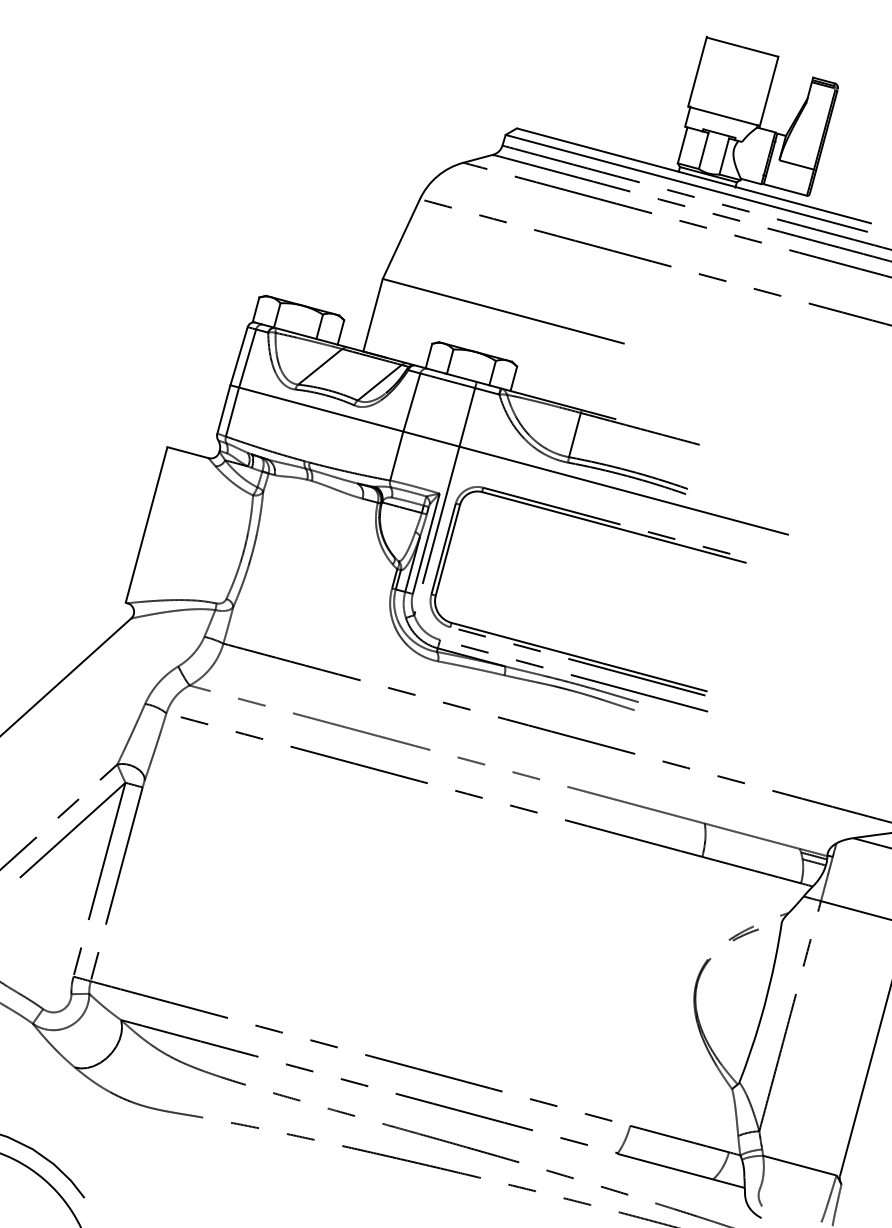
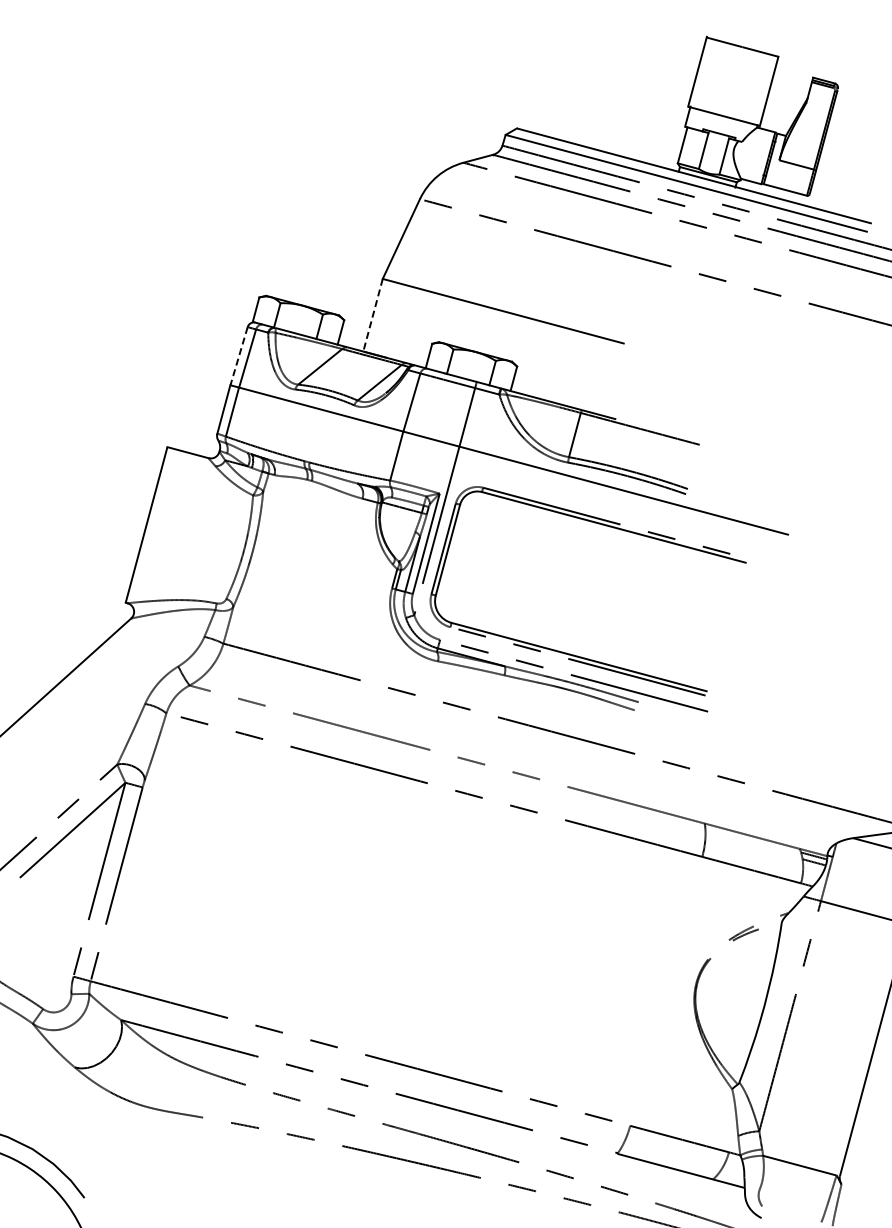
line at (373, 315): solid -> dashed
line at (238, 356): solid -> dashed
